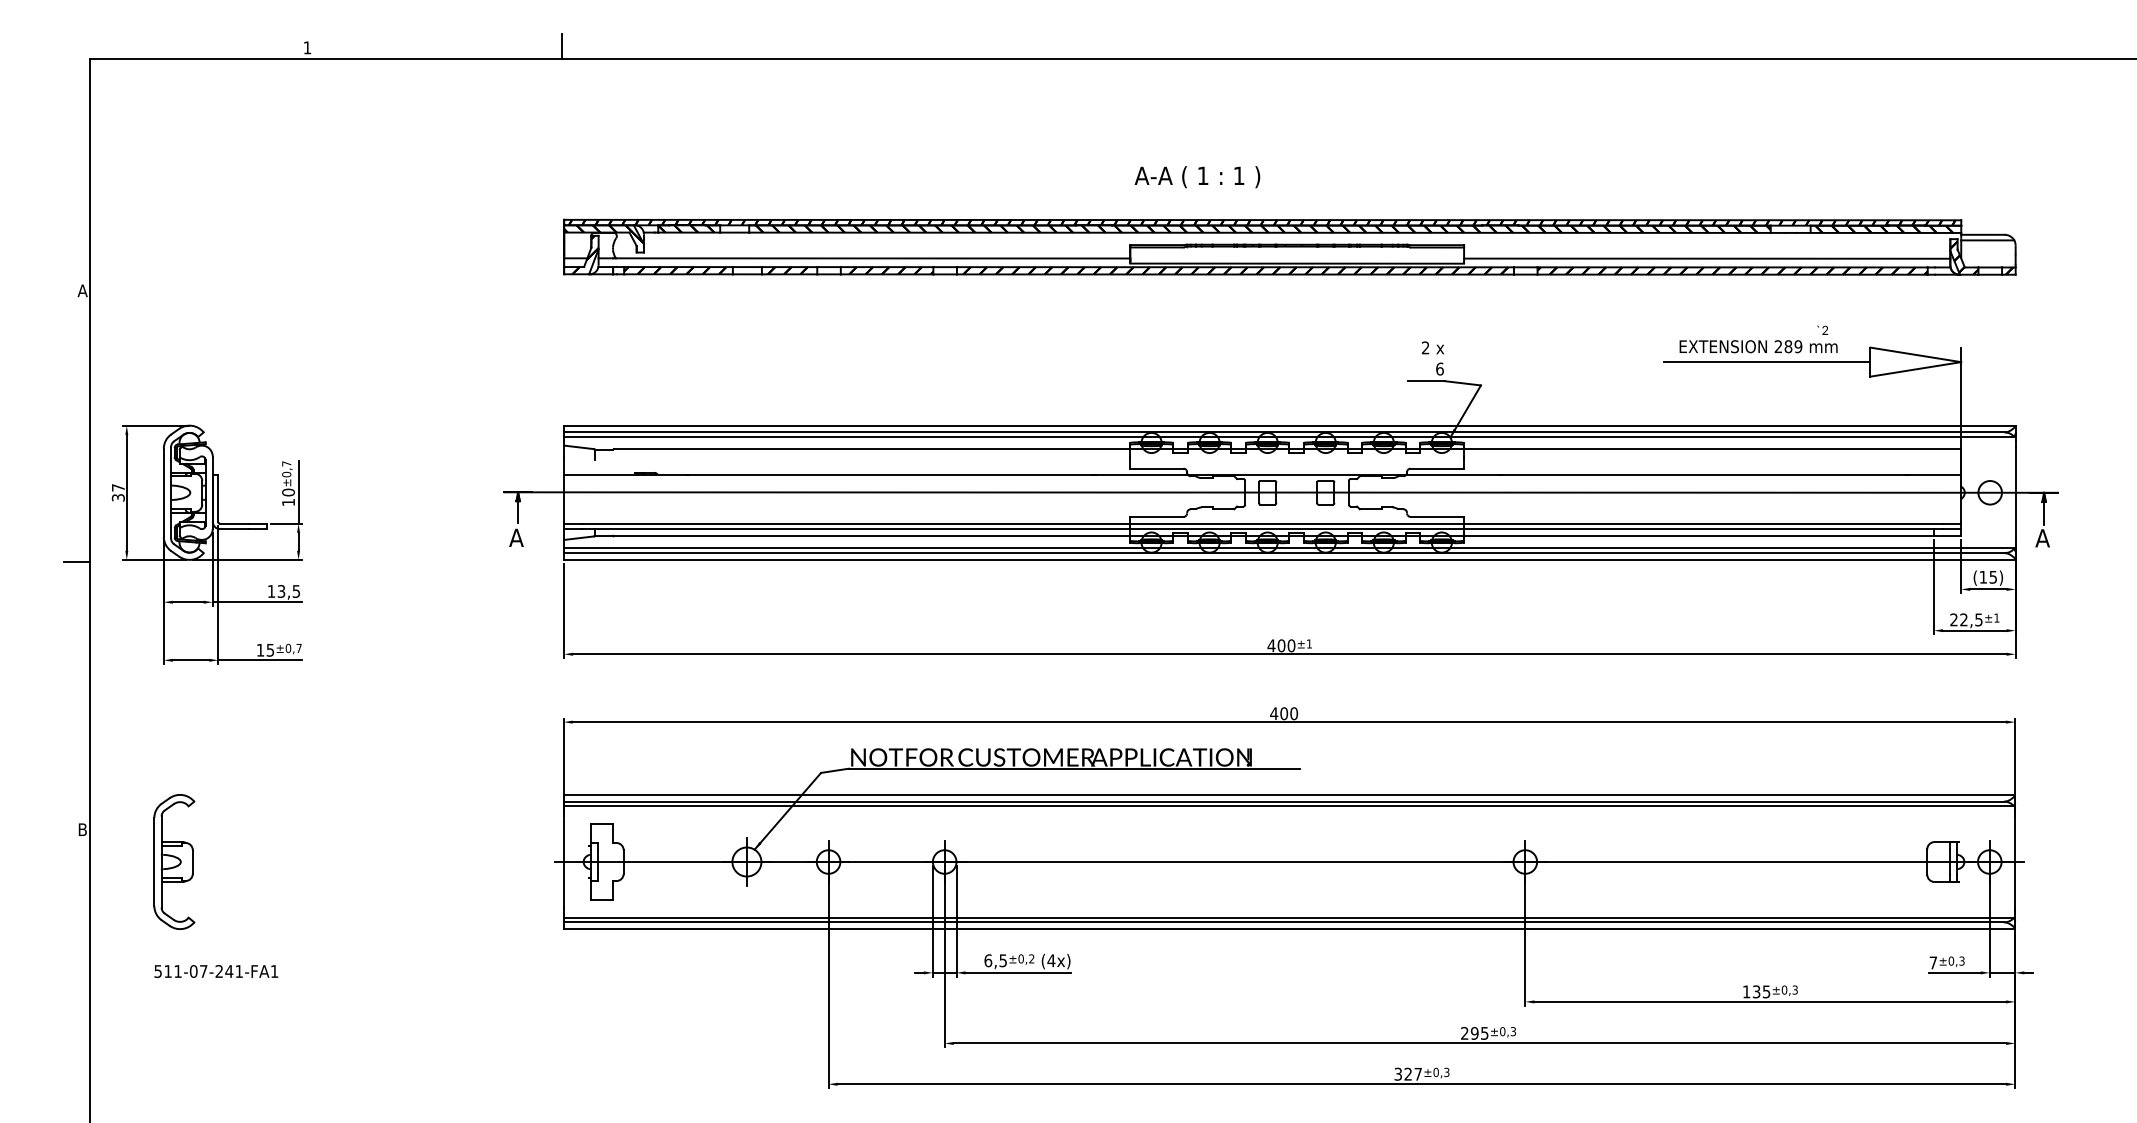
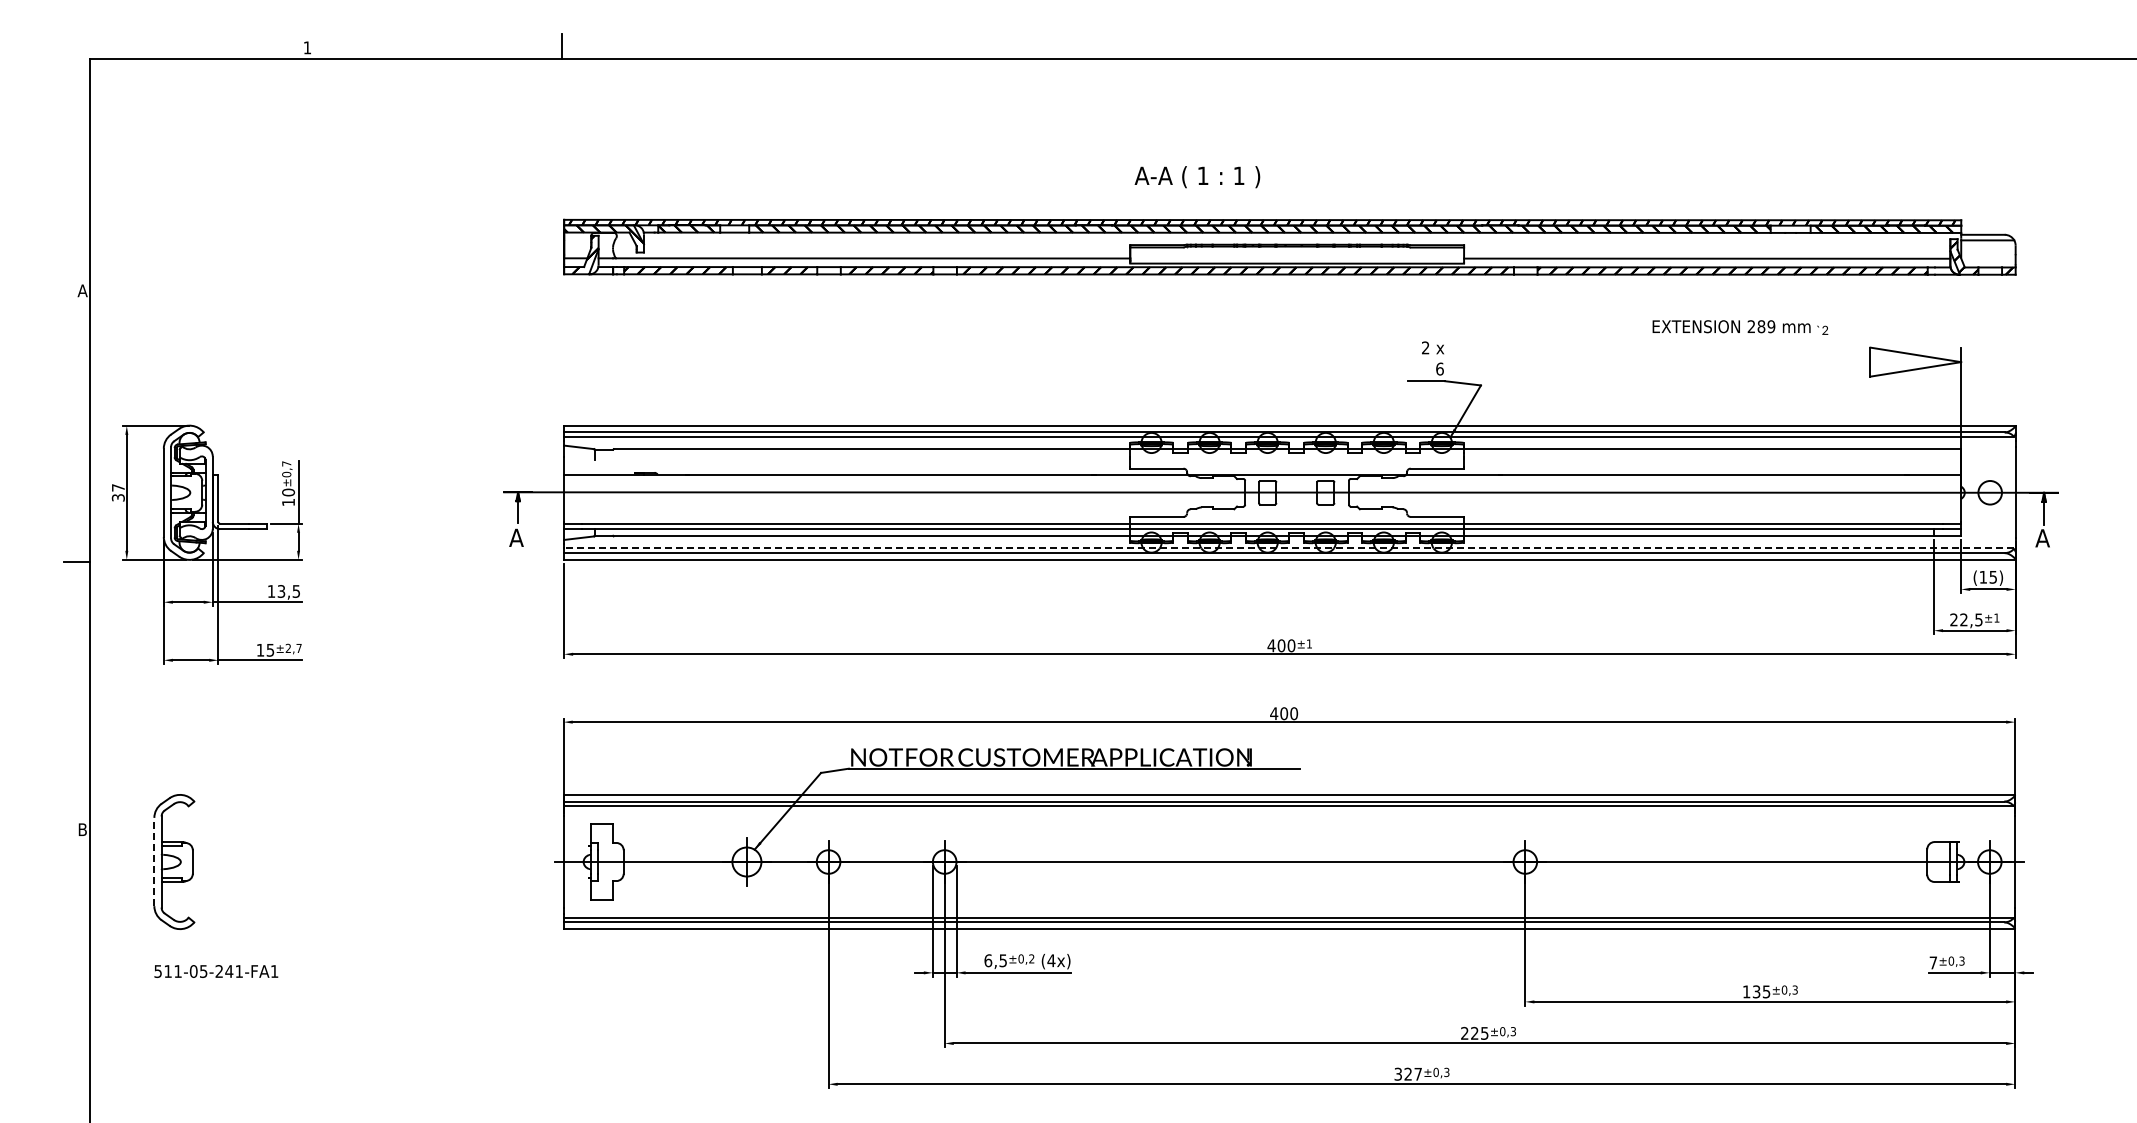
text at (1758, 346) position: (1758, 346) -> (1731, 326)
line at (1766, 362): present -> none
line at (1288, 548): solid -> dashed
text at (288, 648): ±0,7 -> ±2,7
line at (154, 861): solid -> dashed
text at (203, 971): 511-07-241-FA1 -> 511-05-241-FA1
text at (1474, 1033): 295 -> 225
